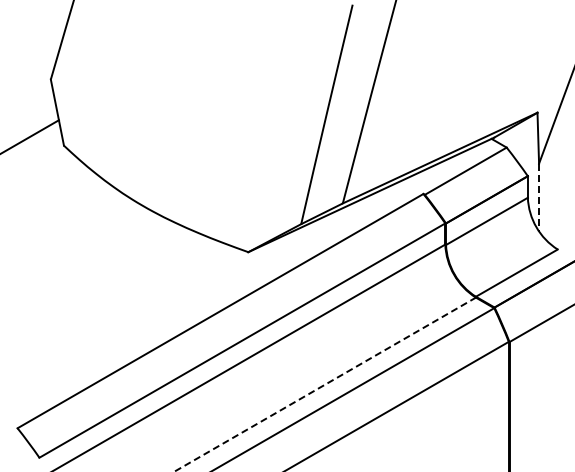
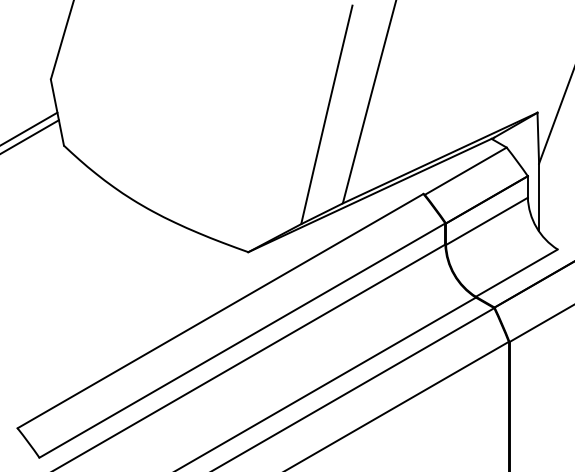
line at (29, 128): none -> present
line at (539, 197): dashed -> solid
line at (325, 384): dashed -> solid
